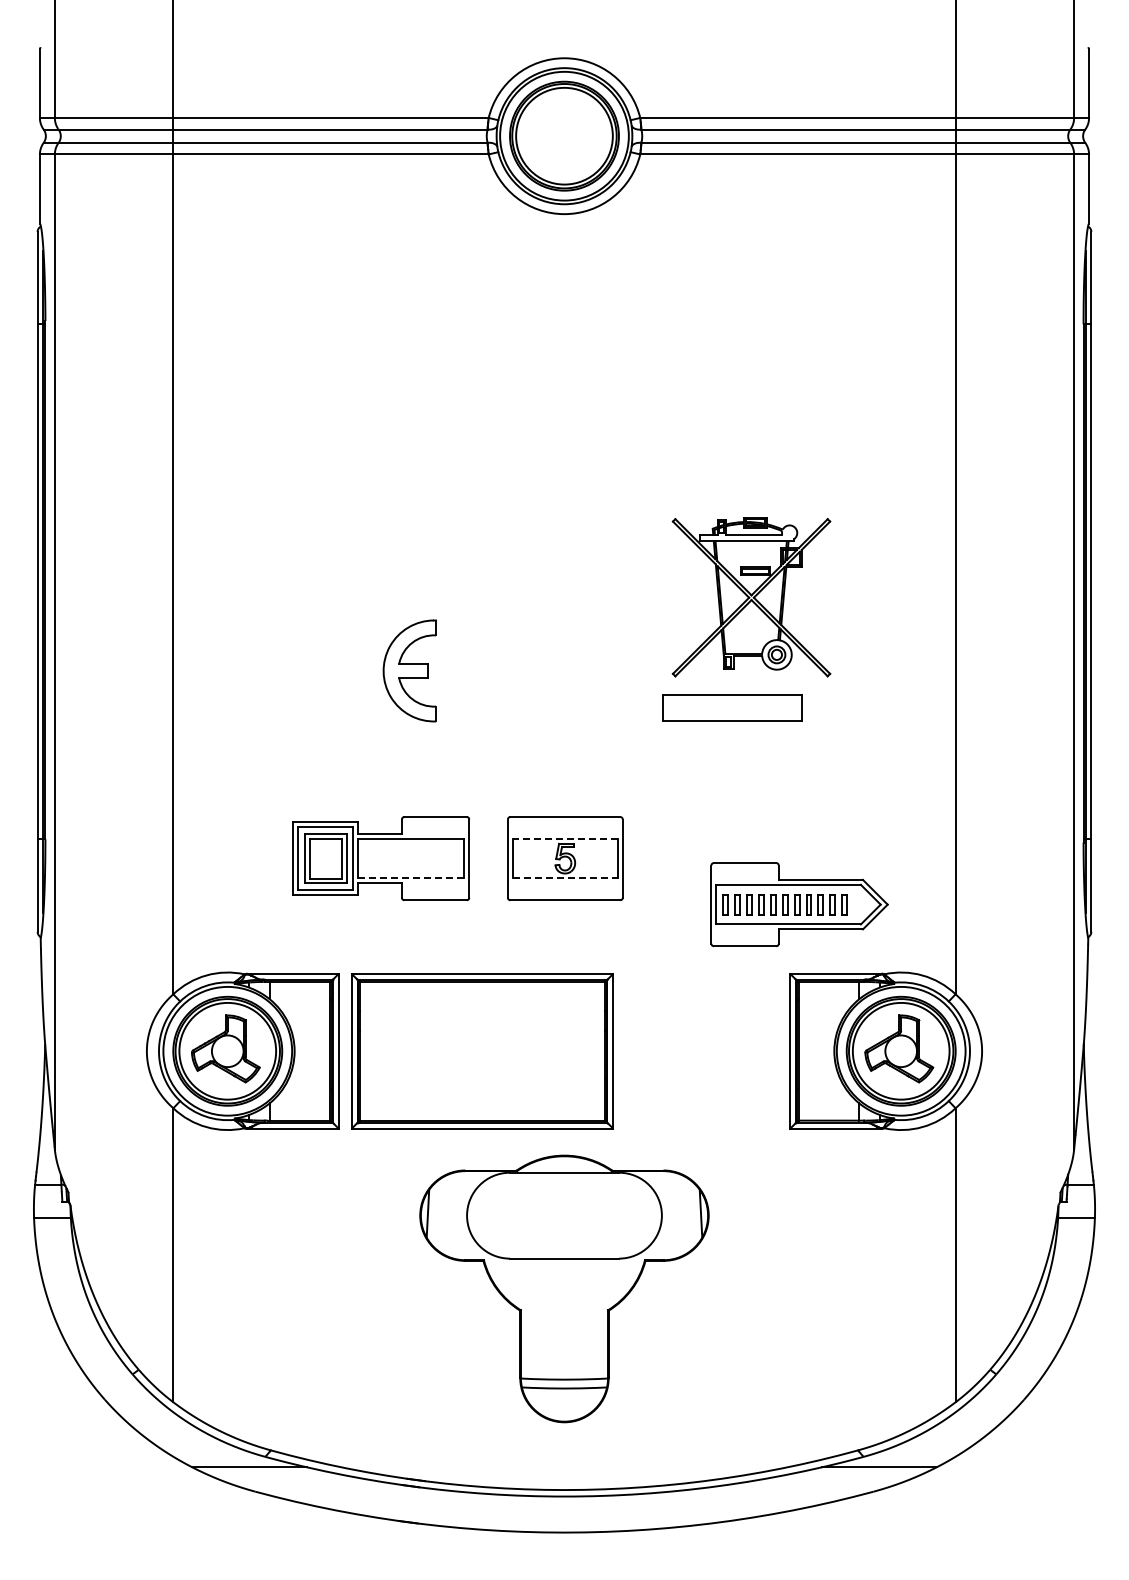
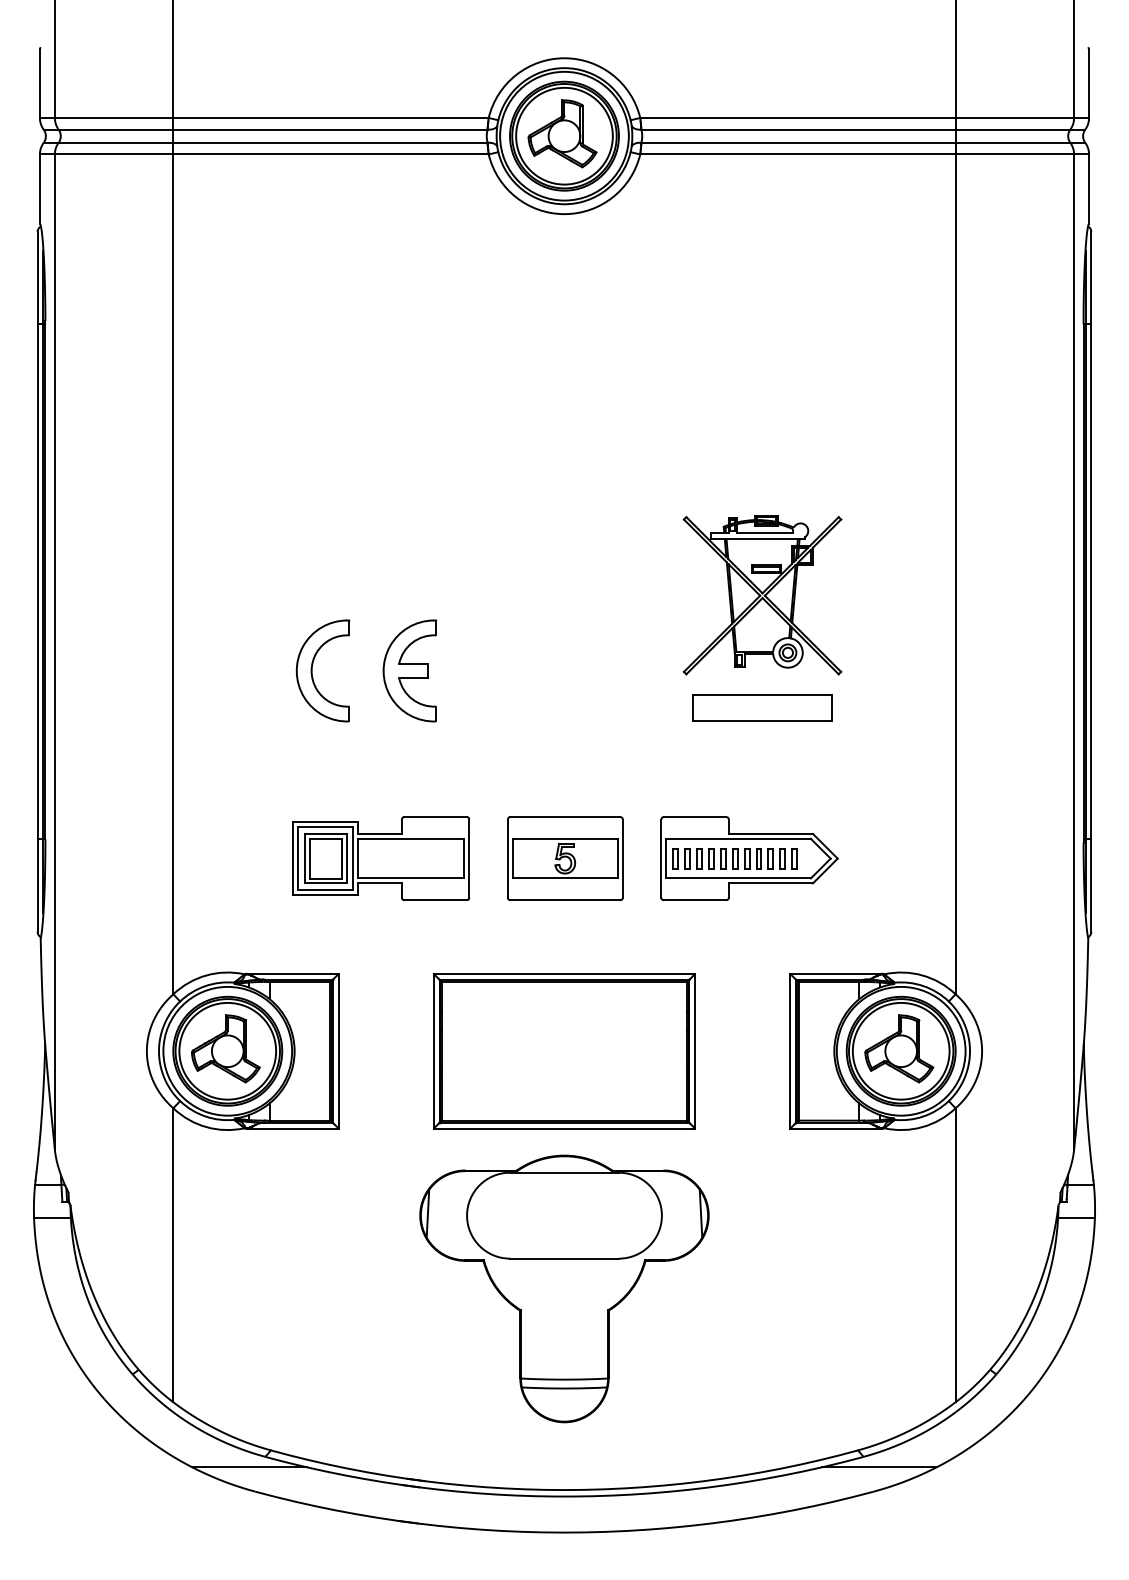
part at (562, 133): none -> present
part at (751, 597) position: (751, 597) -> (762, 595)
part at (312, 670): none -> present
part at (732, 707) position: (732, 707) -> (762, 707)
line at (564, 838): dashed -> solid
line at (411, 878): dashed -> solid
line at (565, 878): dashed -> solid
part at (799, 904) position: (799, 904) -> (749, 858)
part at (482, 1051) position: (482, 1051) -> (564, 1051)
